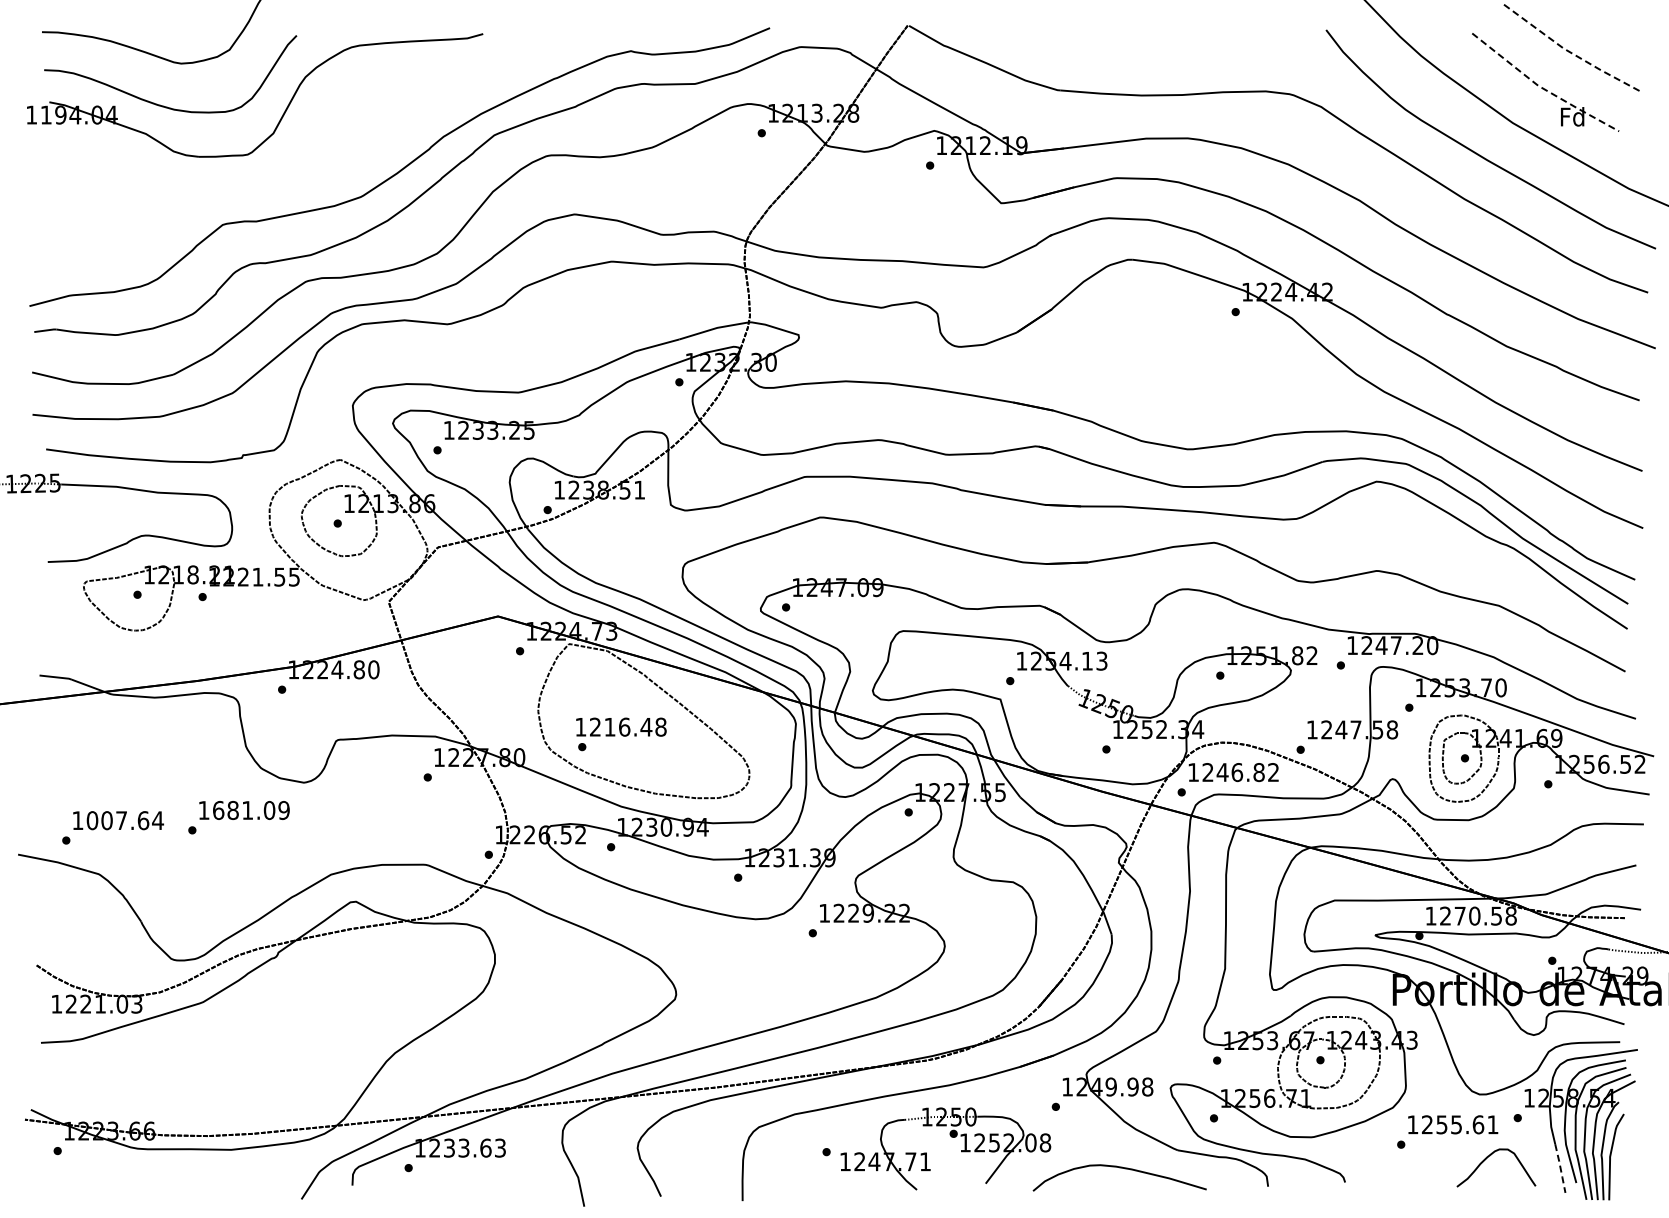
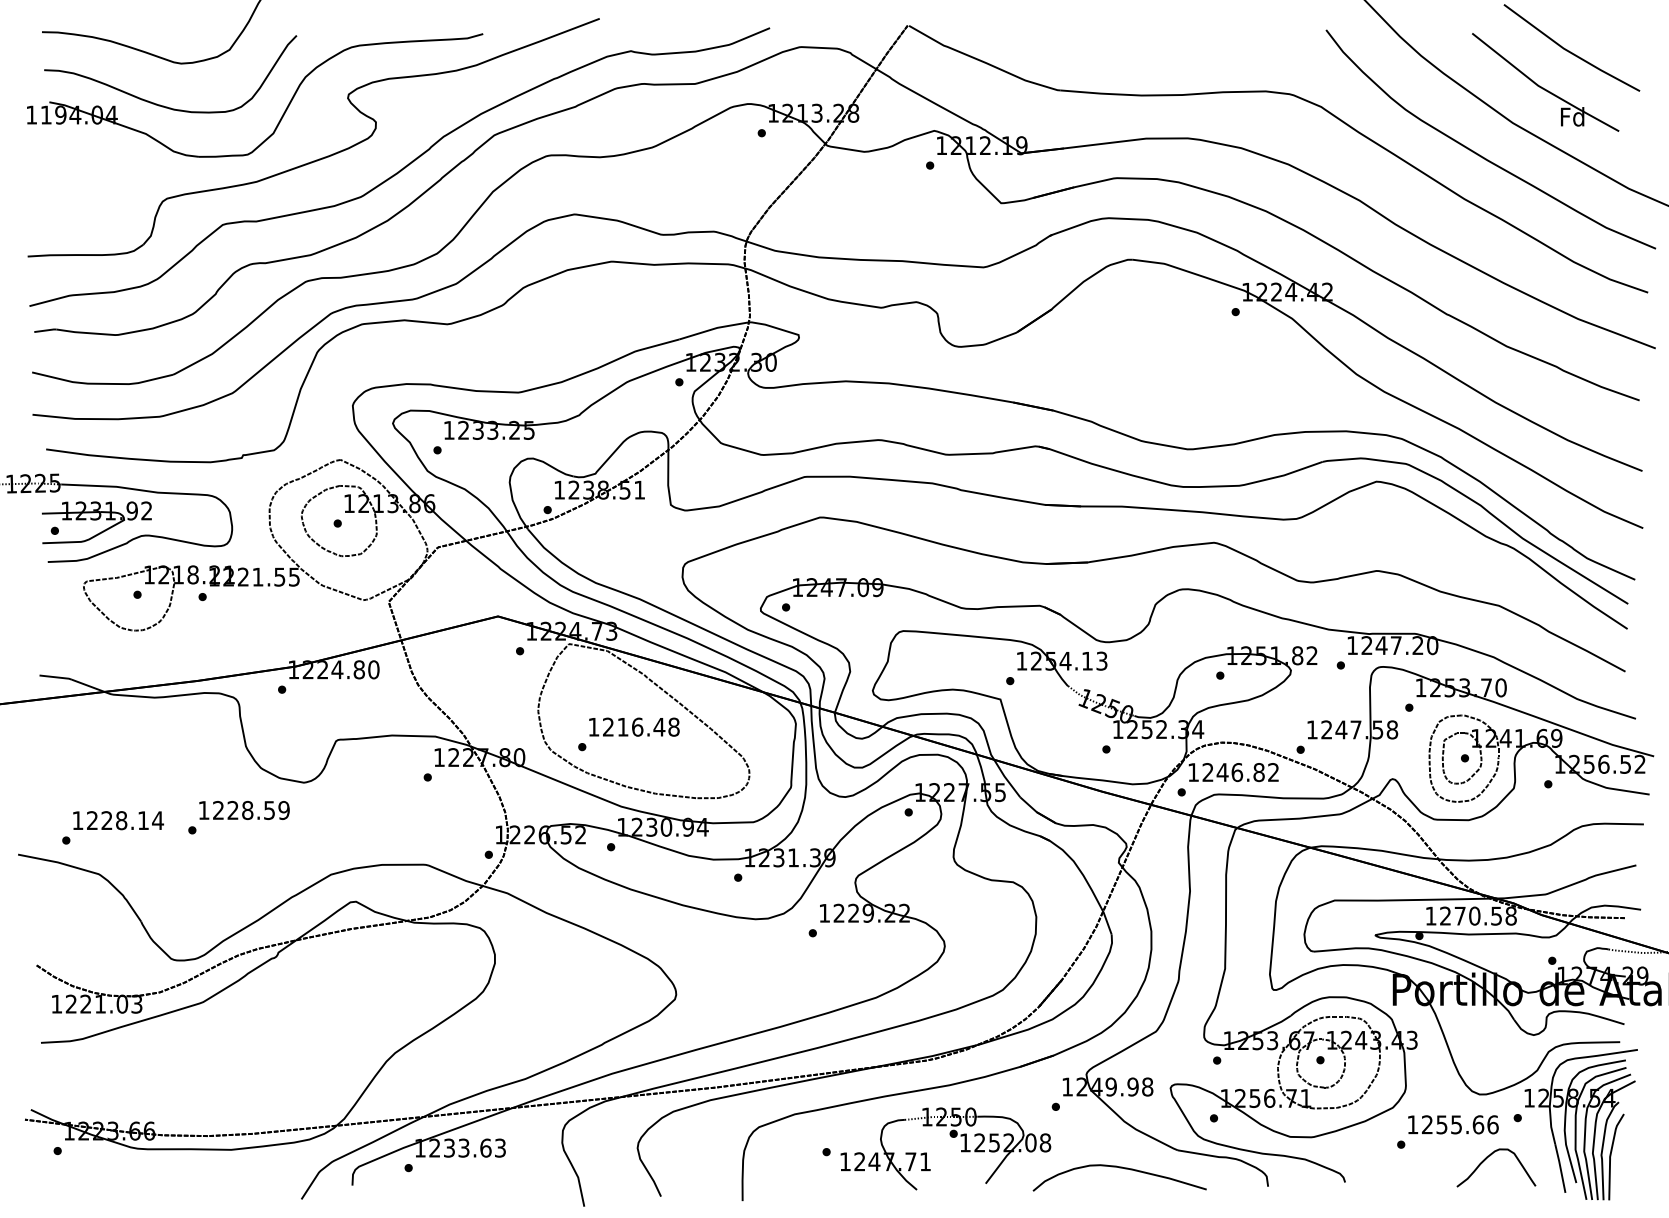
line at (1569, 52): dashed -> solid
line at (1542, 88): dashed -> solid
part at (319, 158): none -> present
part at (96, 522): none -> present
text at (621, 726) position: (621, 726) -> (634, 726)
text at (244, 810): 1681.09 -> 1228.59
text at (117, 820): 1007.64 -> 1228.14
text at (1492, 1124): 1255.61 -> 1255.66
line at (1560, 1168): dashed -> solid
